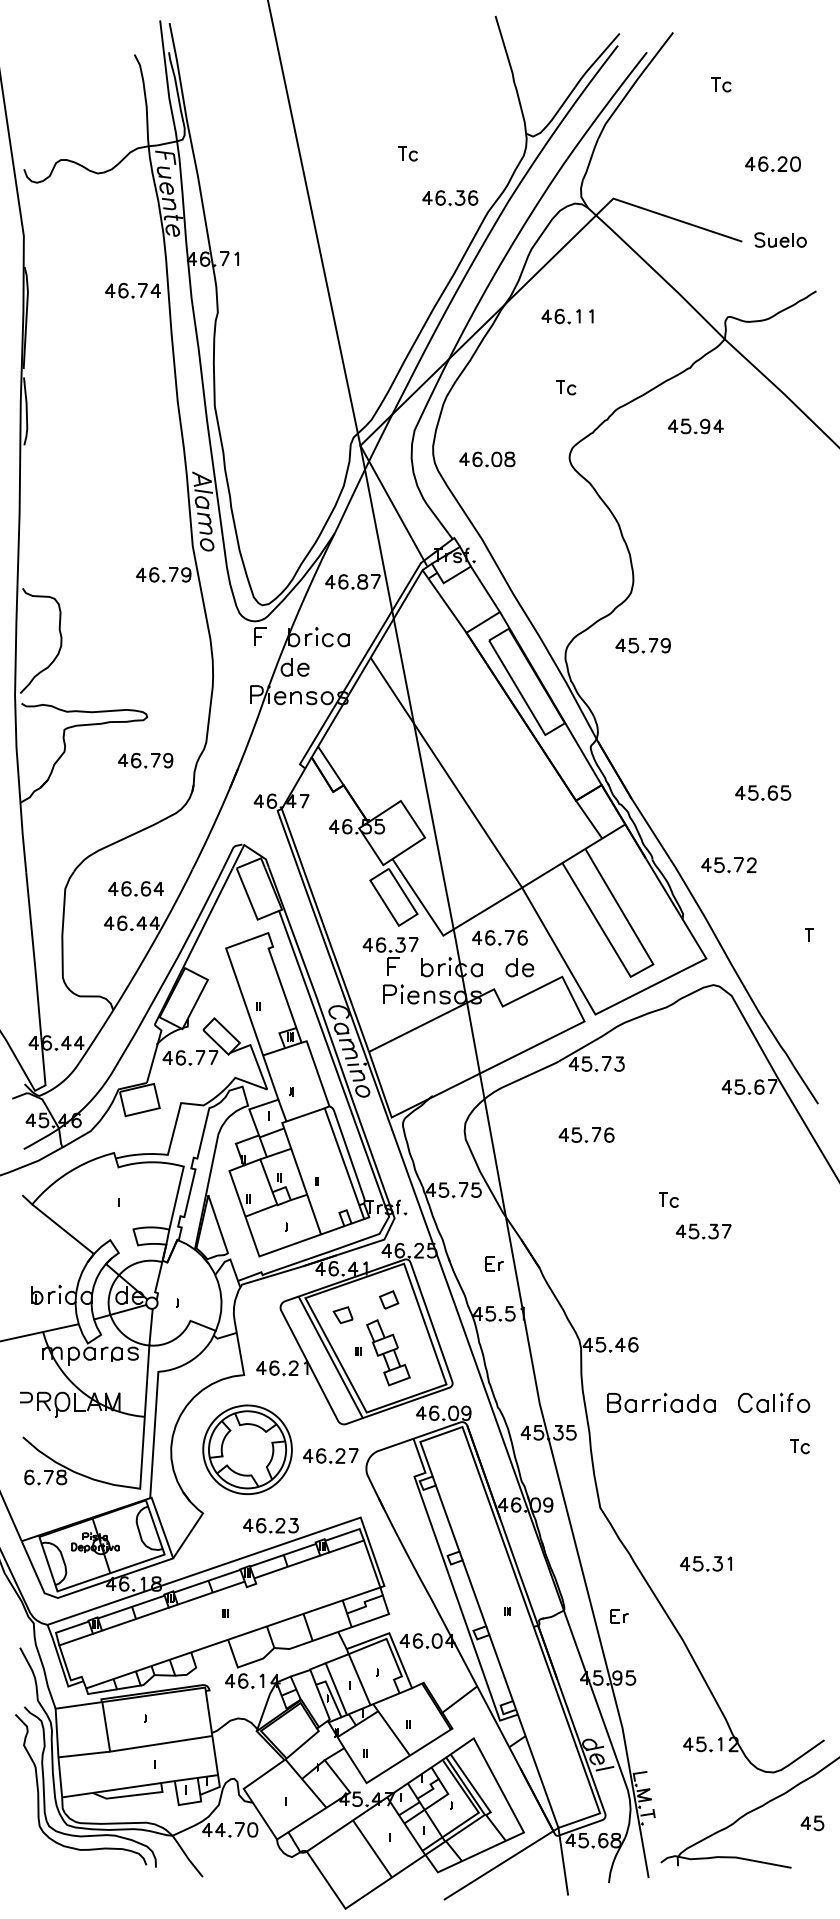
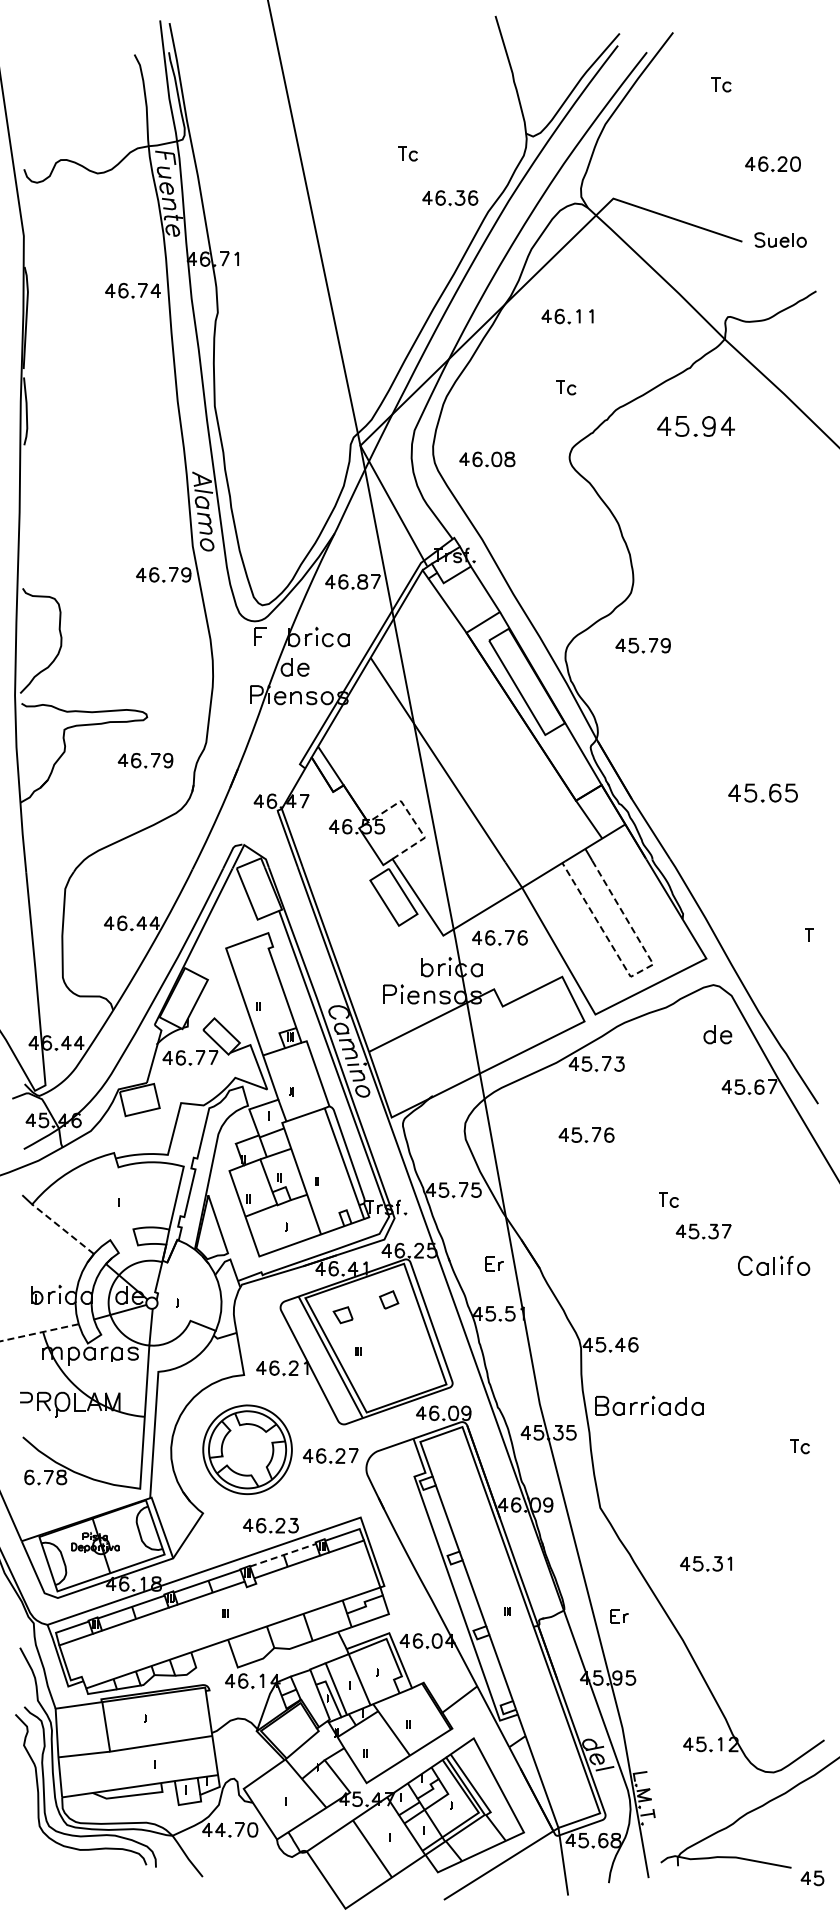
part at (695, 426) size: 57x17 px -> 78x21 px
part at (763, 792) size: 57x16 px -> 70x20 px
line at (412, 818): solid -> dashed
part at (728, 865): present -> none
part at (135, 888): present -> none
part at (390, 956): present -> none
part at (519, 967) position: (519, 967) -> (717, 1034)
line at (636, 973): solid -> dashed
line at (63, 1229): solid -> dashed
line at (39, 1332): solid -> dashed
part at (388, 1352): present -> none
part at (661, 1402) position: (661, 1402) -> (649, 1405)
part at (774, 1402) position: (774, 1402) -> (774, 1265)
line at (282, 1555): solid -> dashed
part at (812, 1823) position: (812, 1823) -> (812, 1878)
